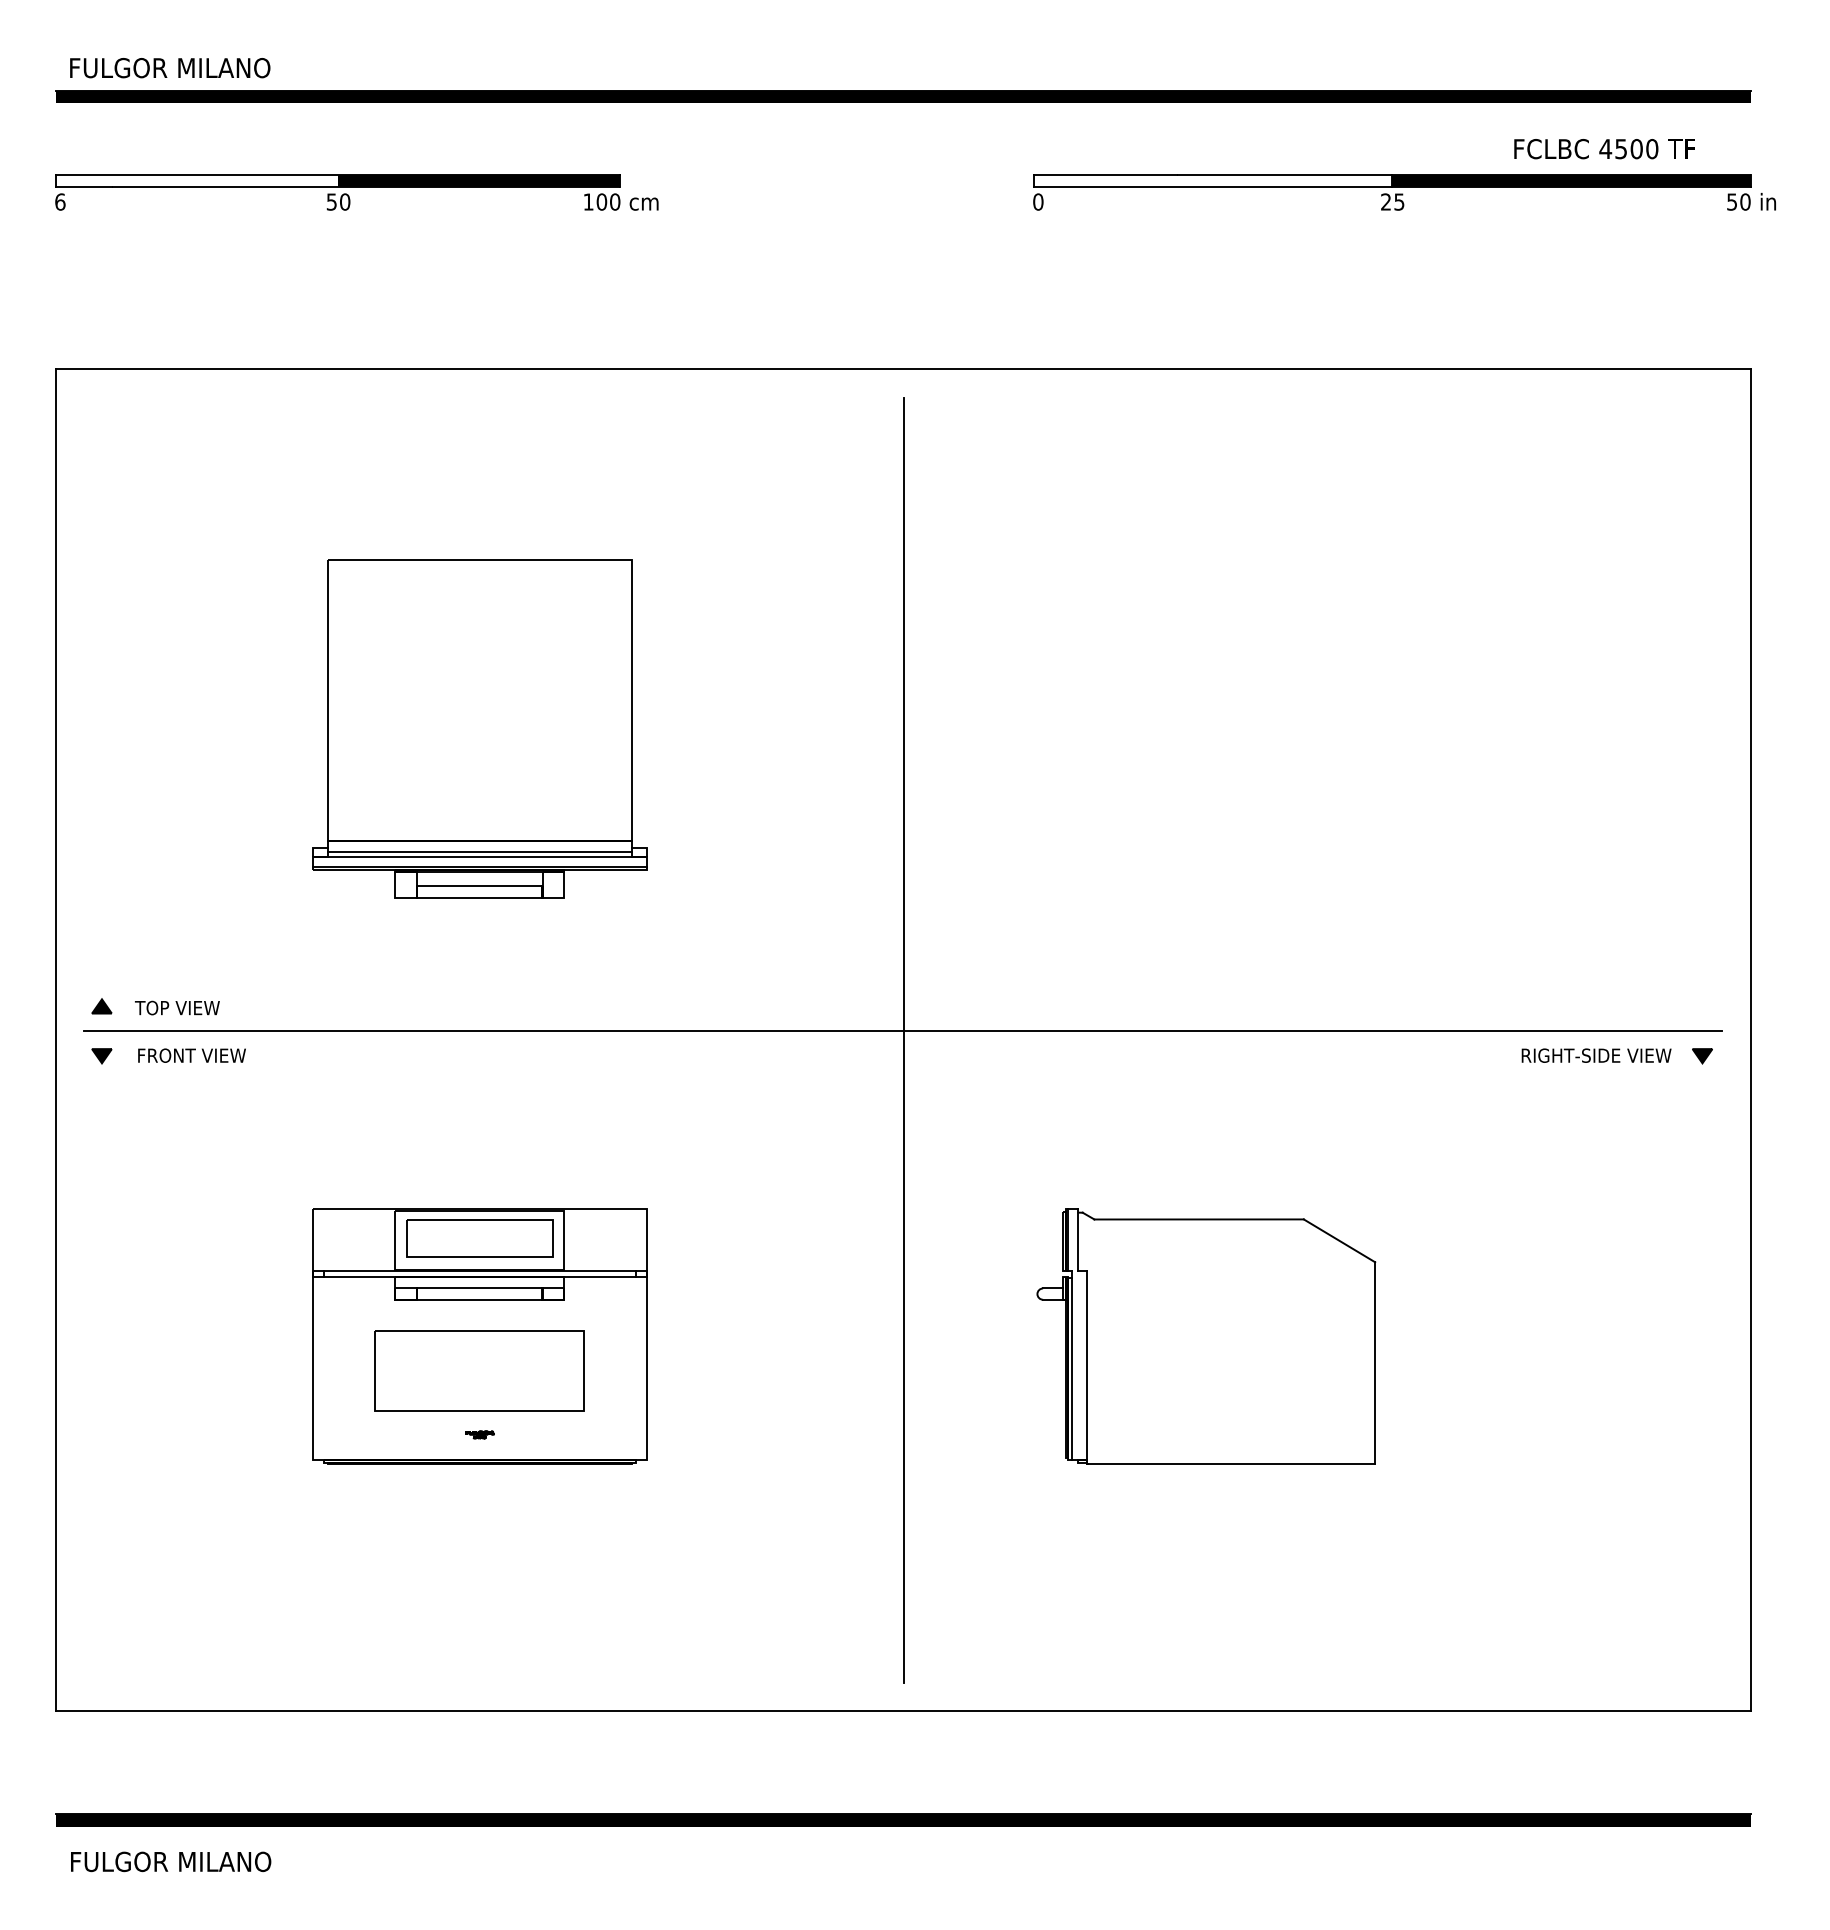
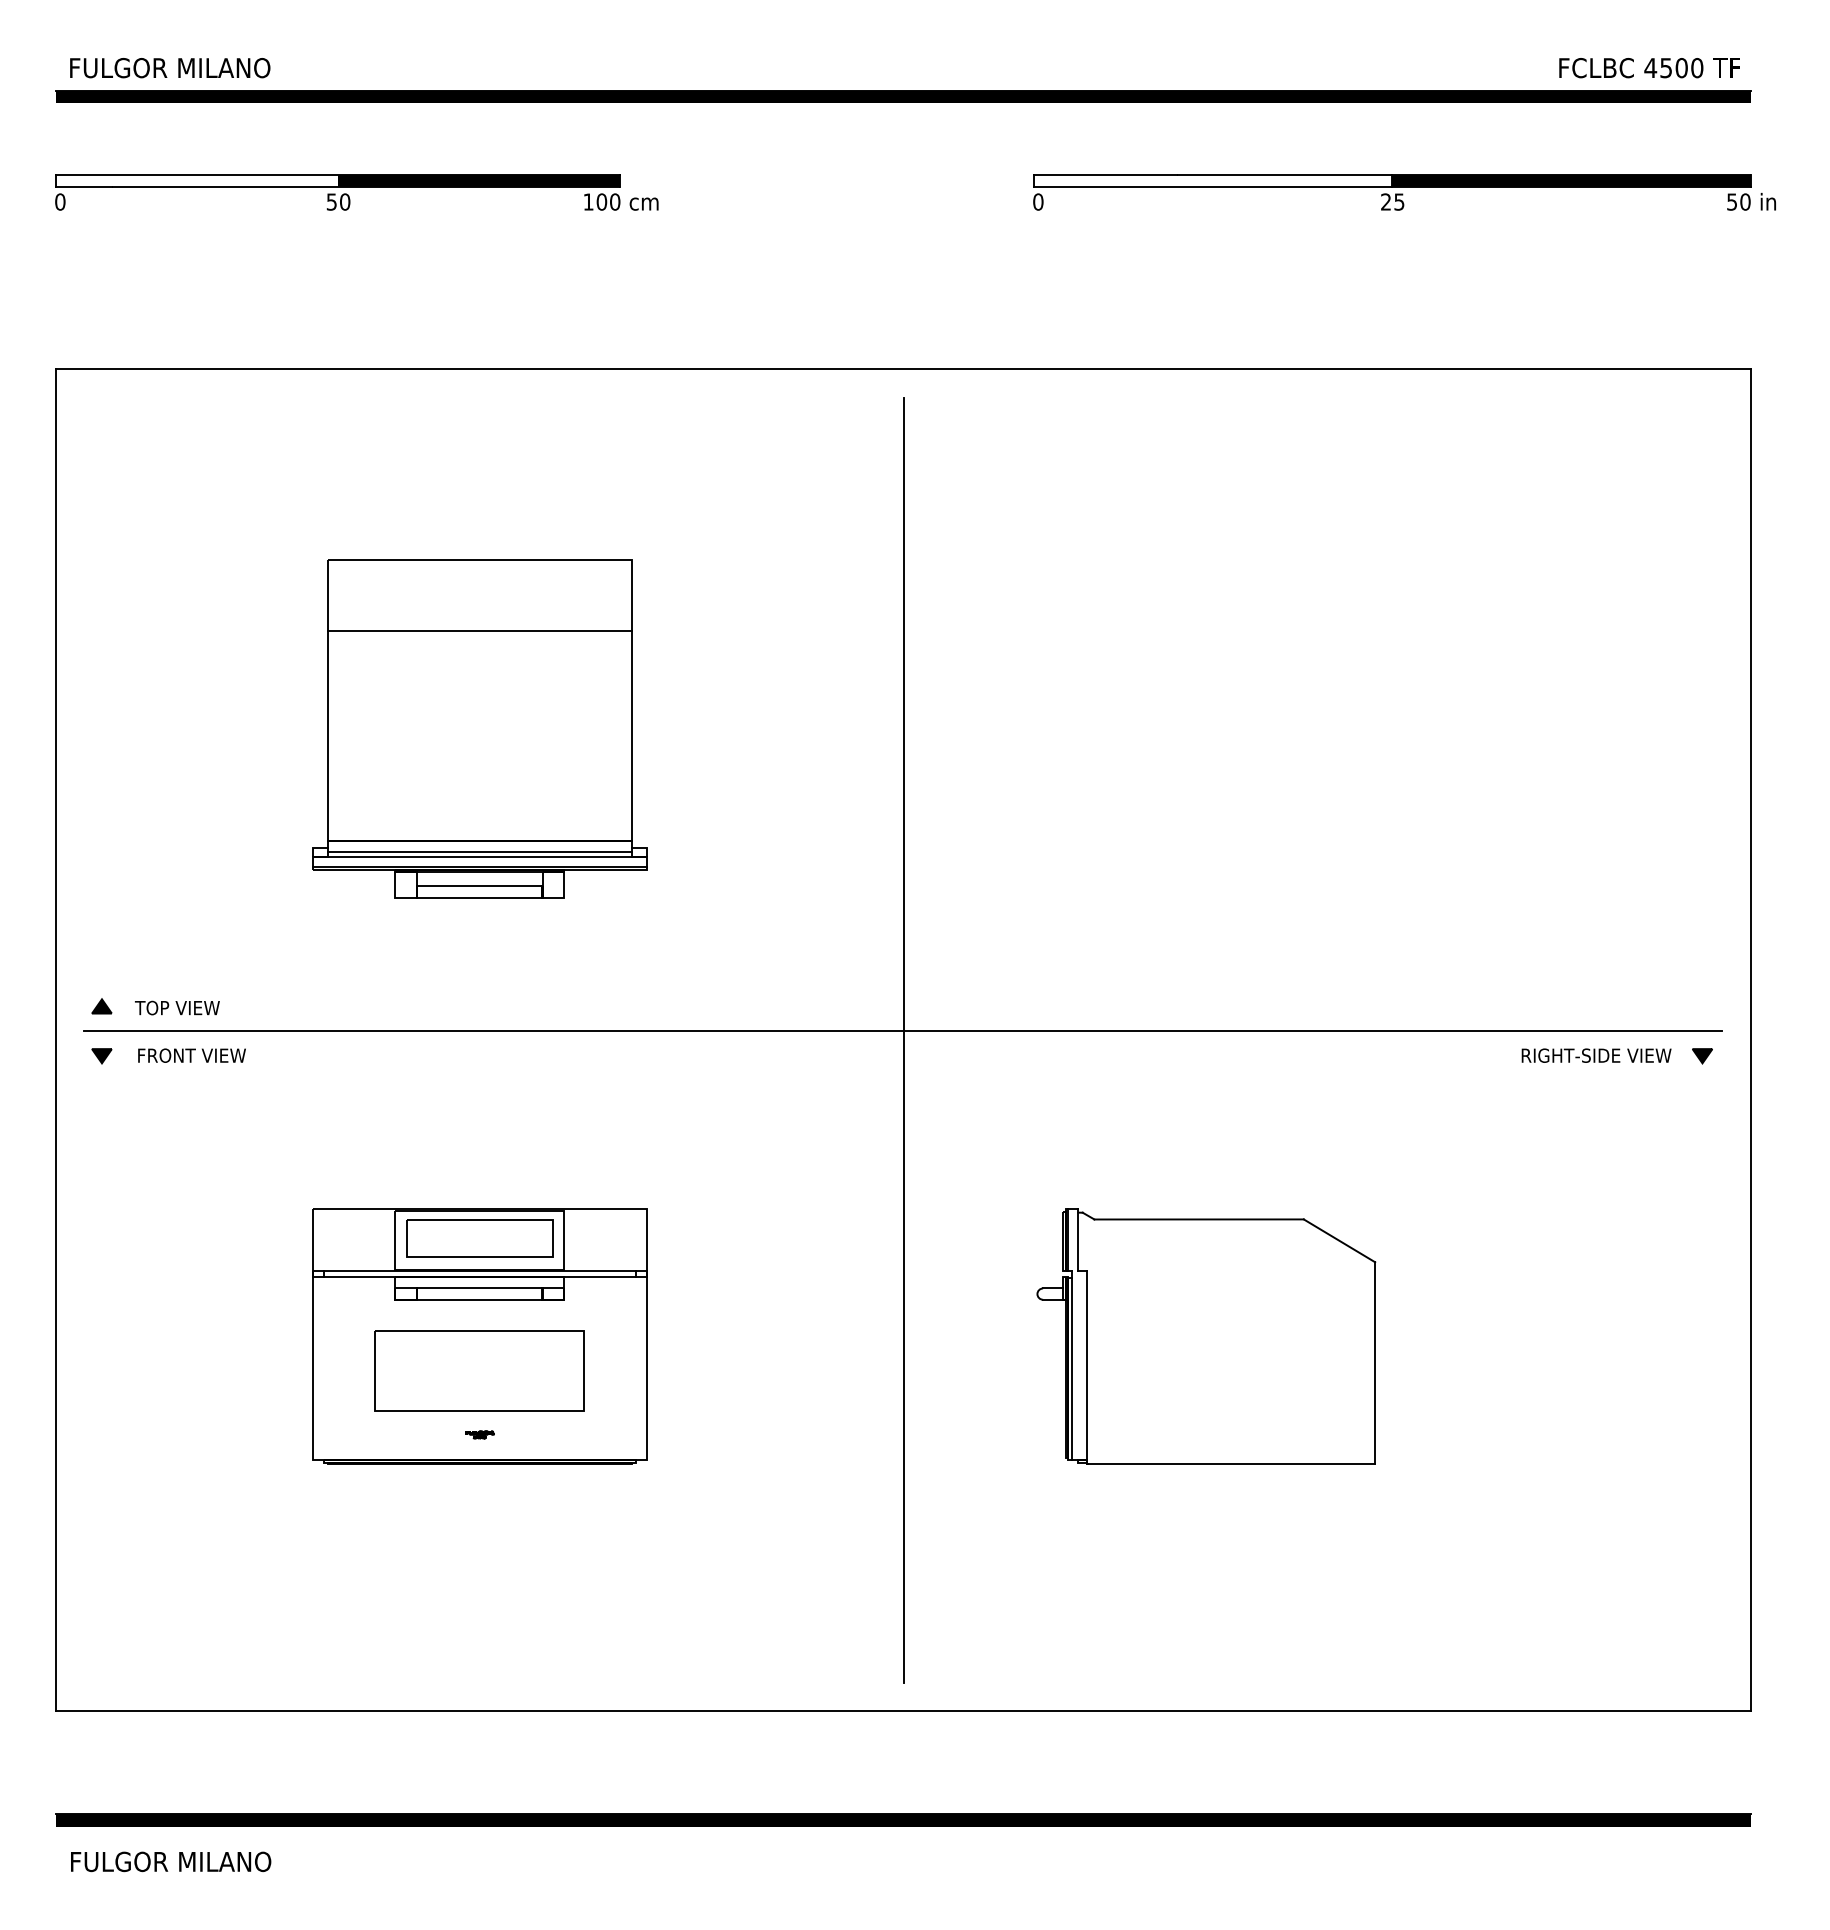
text at (1604, 149) position: (1604, 149) -> (1649, 68)
text at (60, 201): 6 -> 0
line at (479, 631): none -> present
